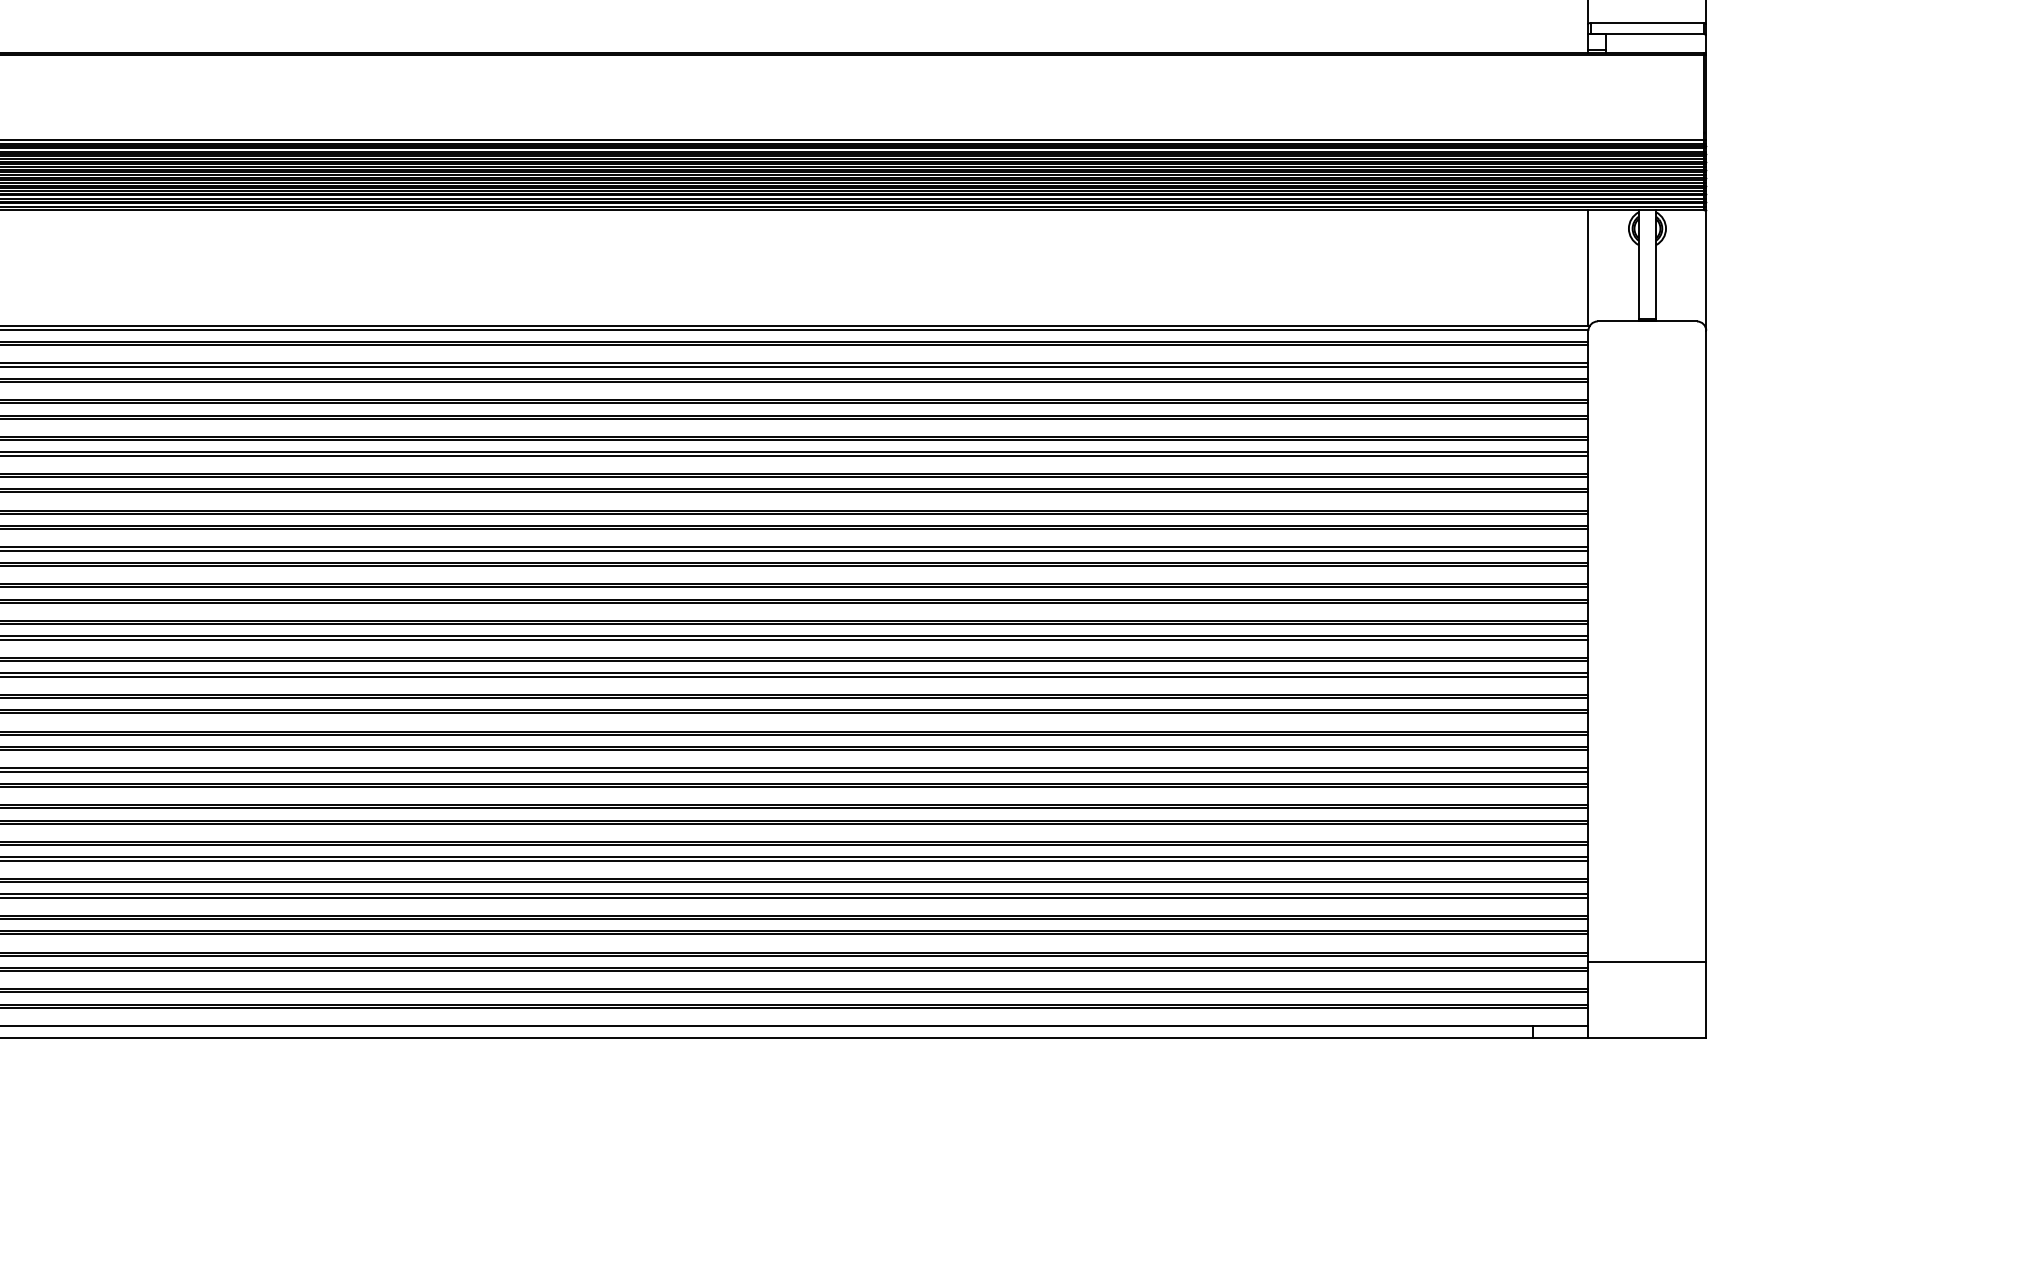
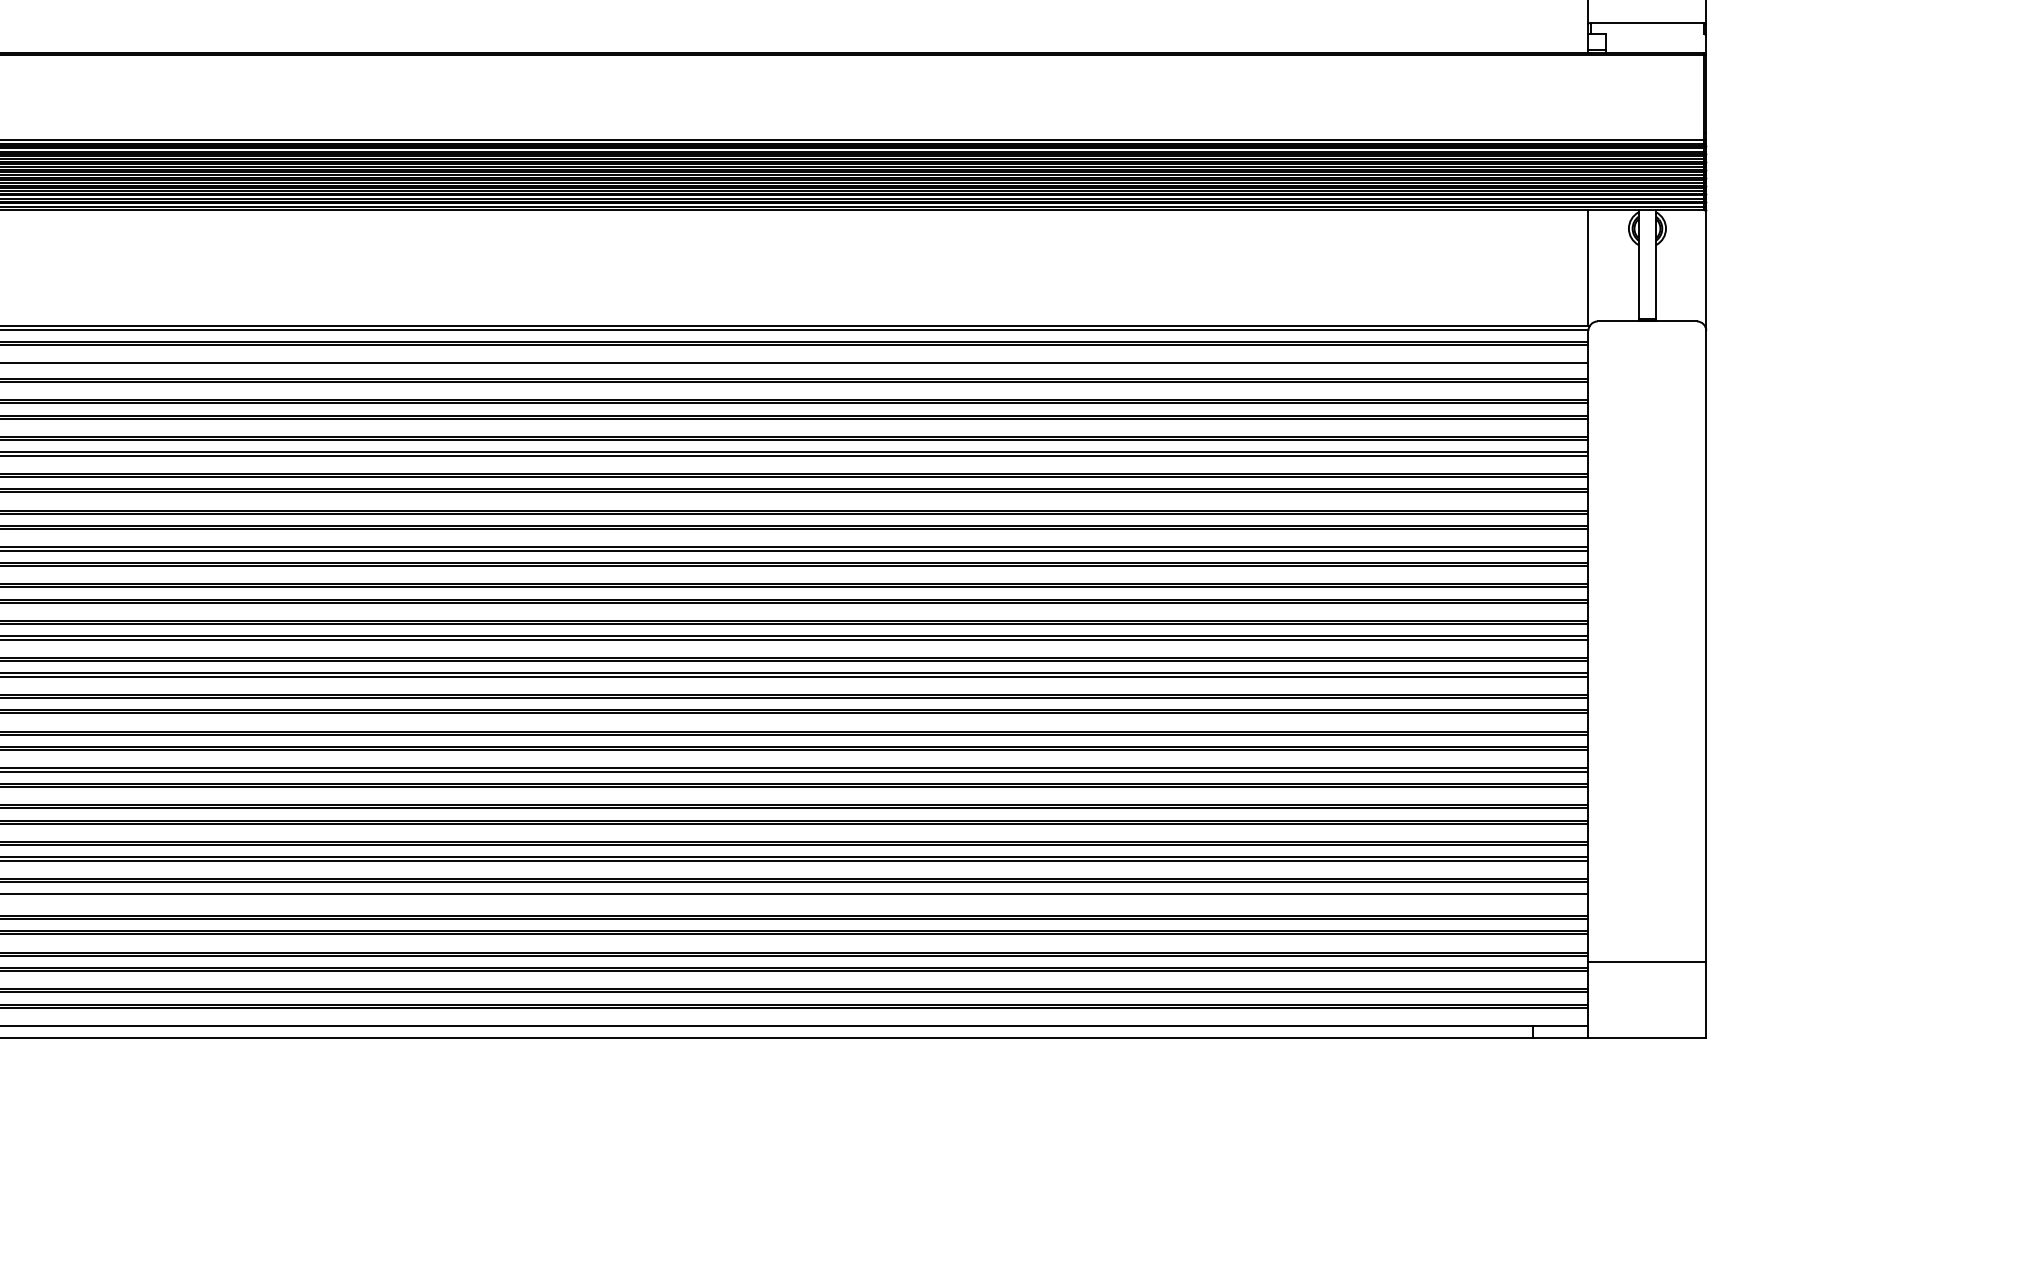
line at (1647, 34): present -> none
line at (795, 366): present -> none
line at (795, 897): present -> none
